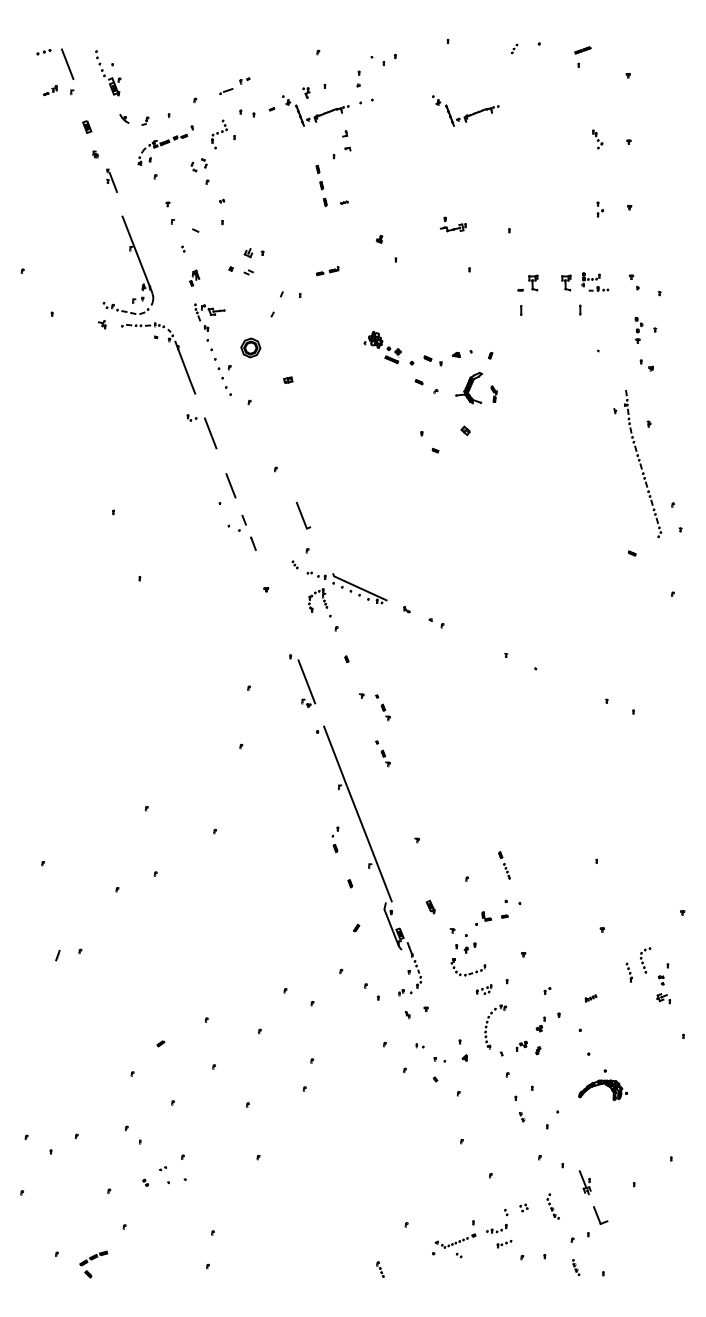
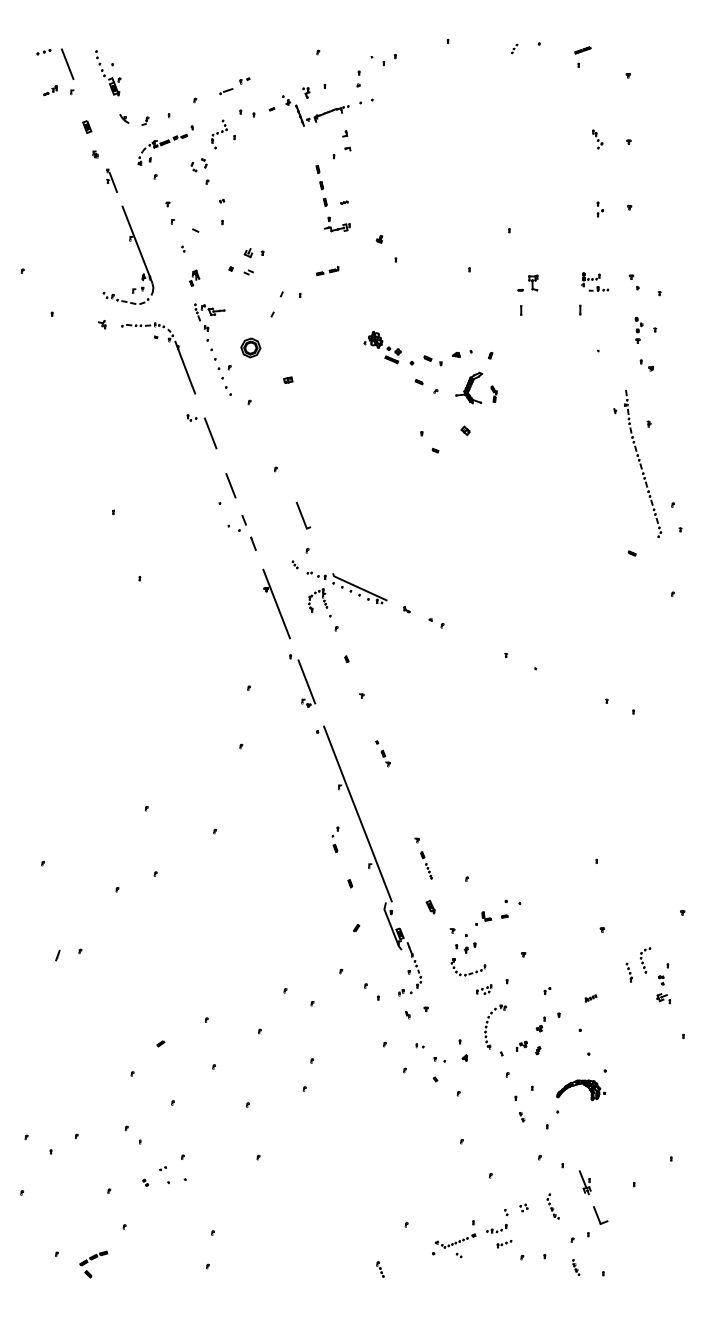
part at (465, 110): present -> none
part at (452, 224) position: (452, 224) -> (336, 224)
part at (138, 260) position: (138, 260) -> (138, 250)
part at (566, 282): present -> none
line at (276, 603): none -> present
part at (382, 707): present -> none
part at (504, 865) position: (504, 865) -> (426, 865)
part at (602, 1090) position: (602, 1090) -> (580, 1090)
